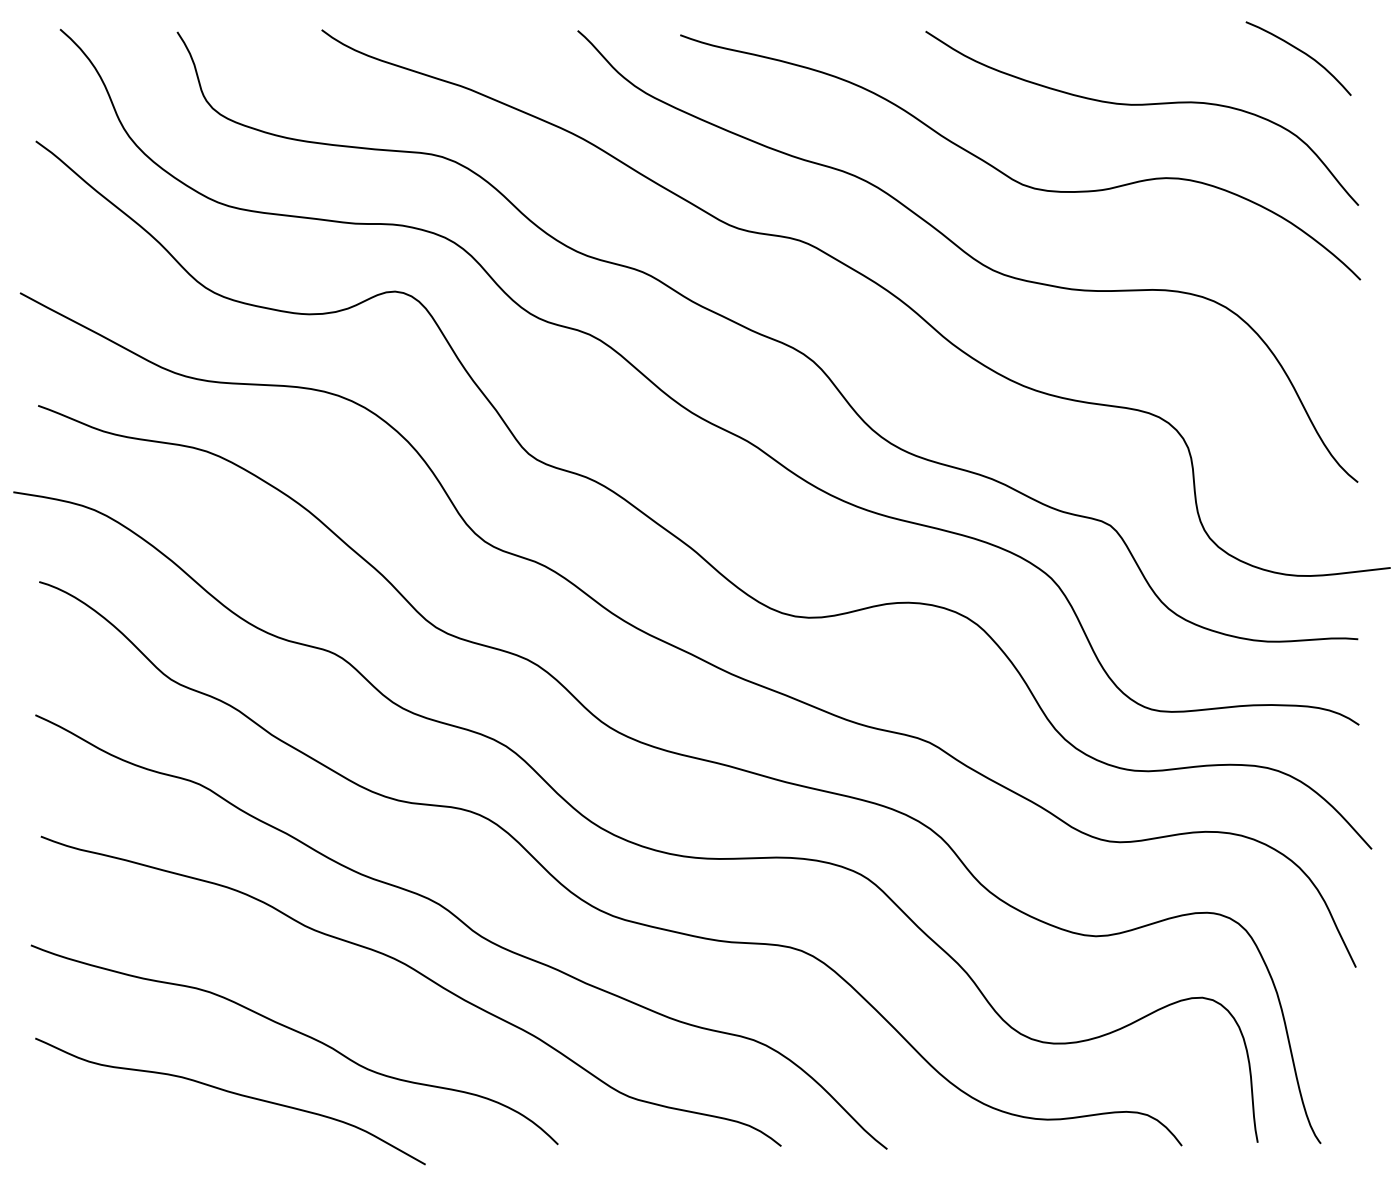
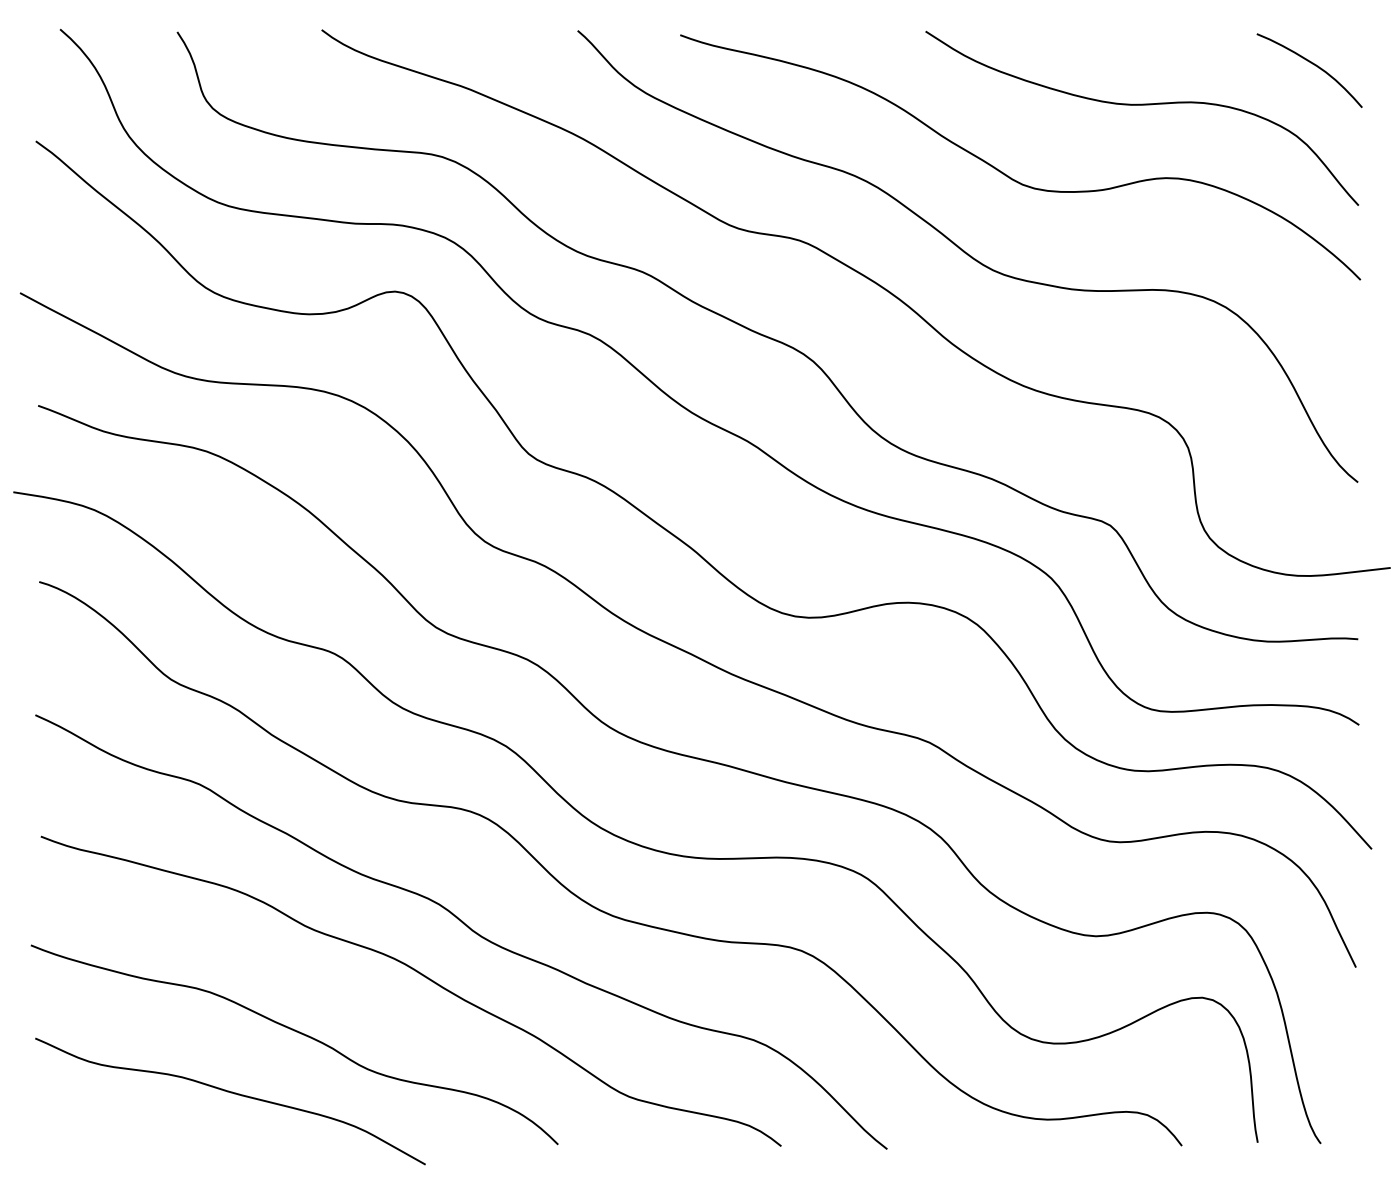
curve at (1301, 52) position: (1301, 52) -> (1312, 64)
